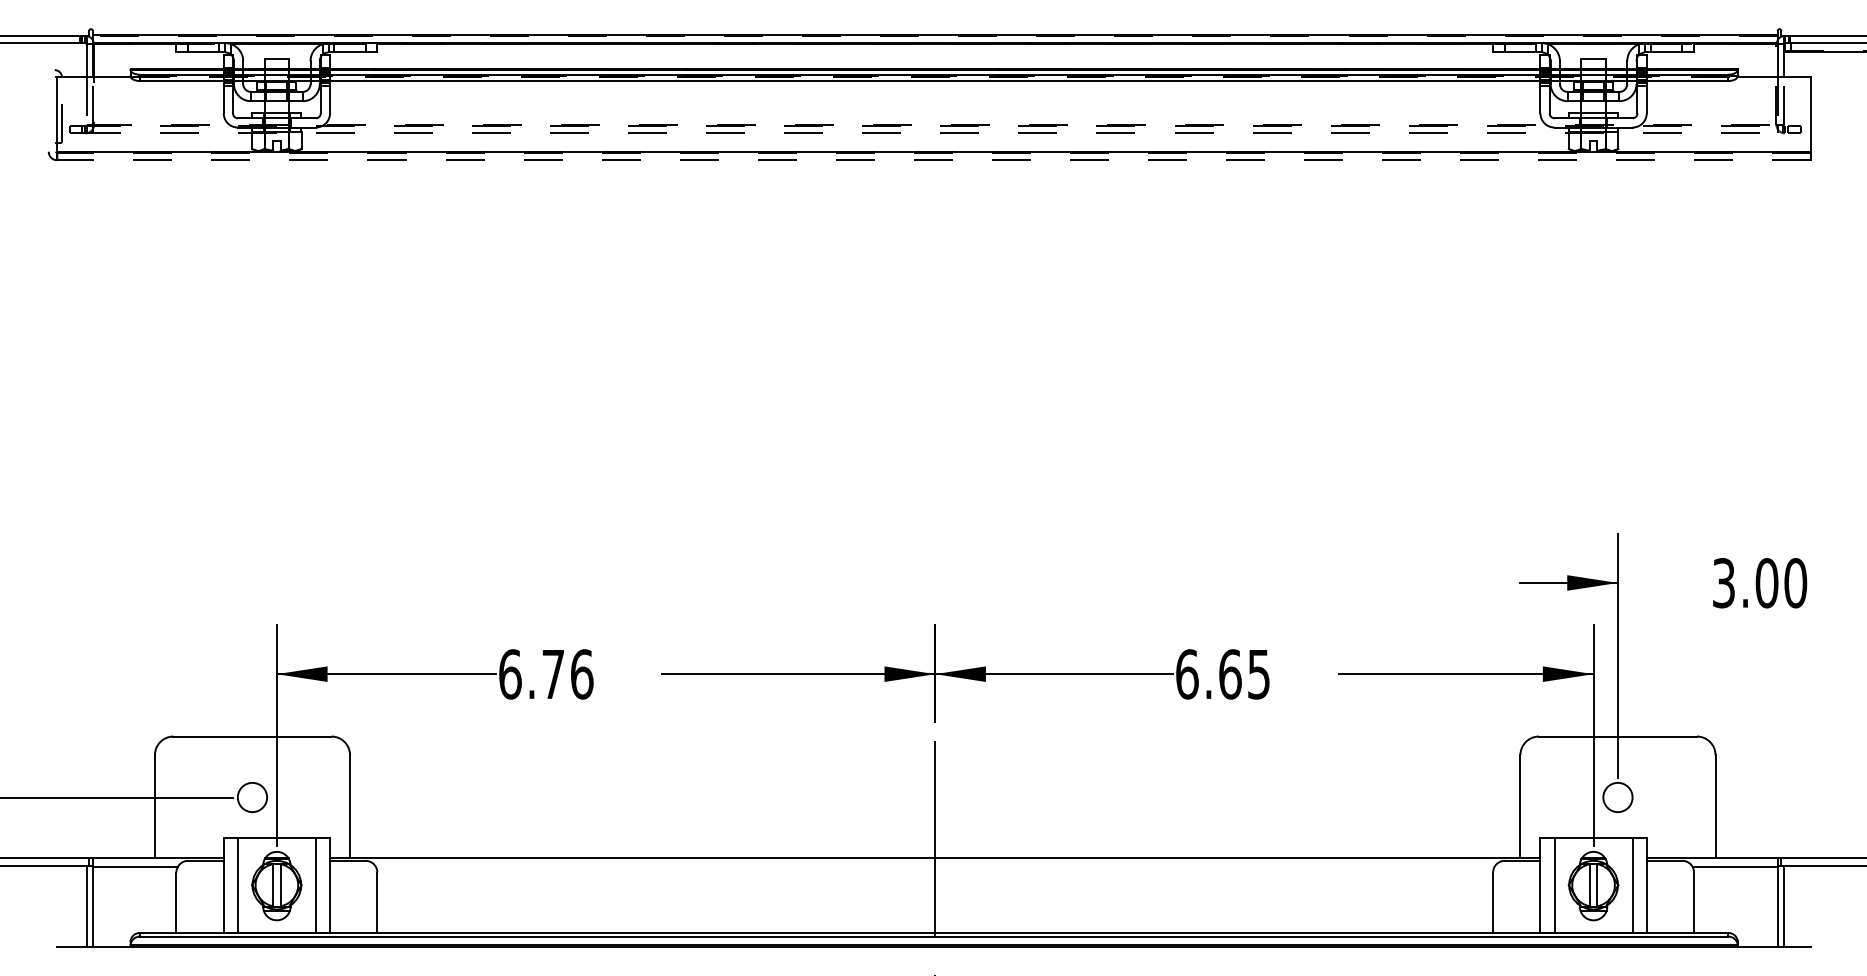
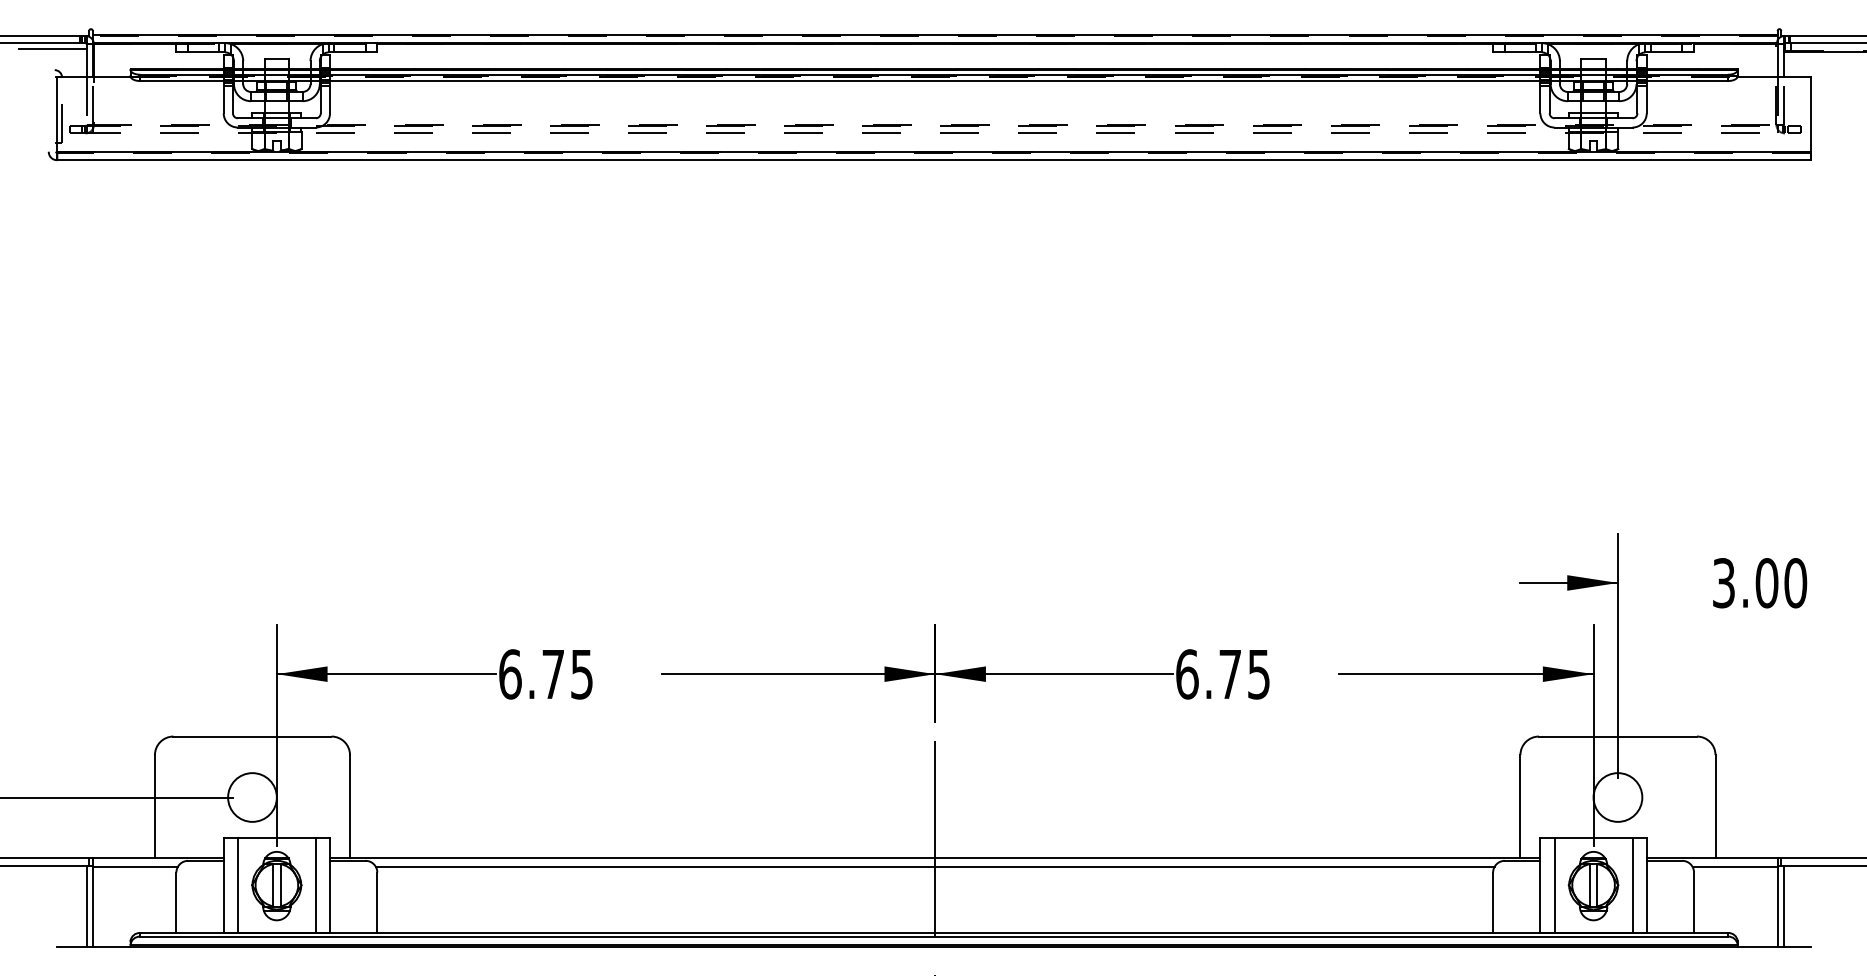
line at (52, 49): none -> present
line at (934, 160): dashed -> solid
text at (582, 674): 6.76 -> 6.75
text at (1230, 674): 6.65 -> 6.75
circle at (252, 797) diameter: 29 px -> 49 px
circle at (1617, 797) diameter: 29 px -> 49 px
line at (934, 867): none -> present
